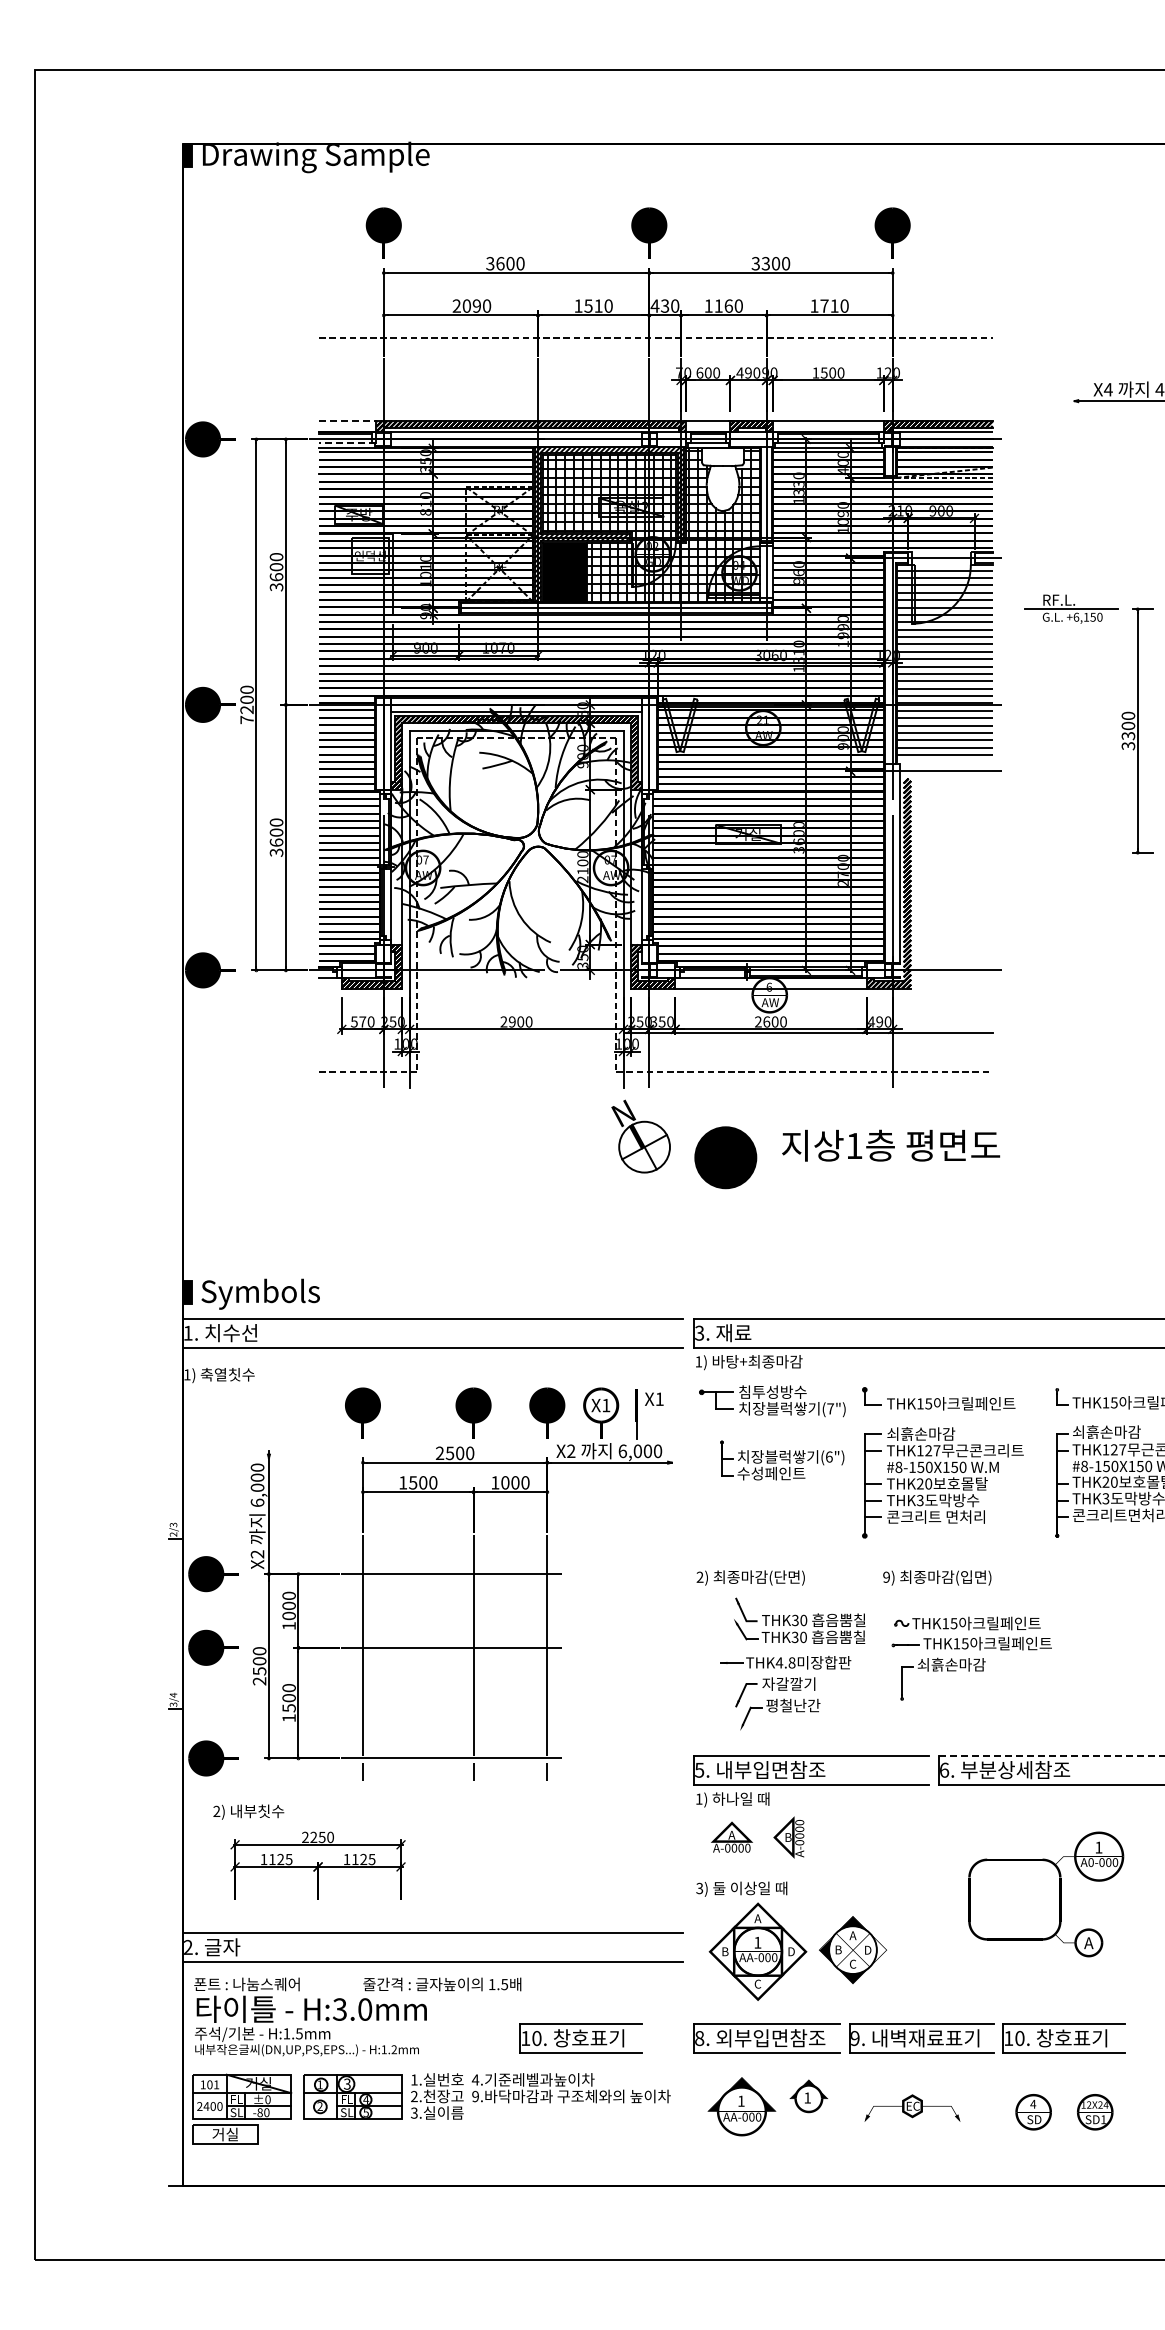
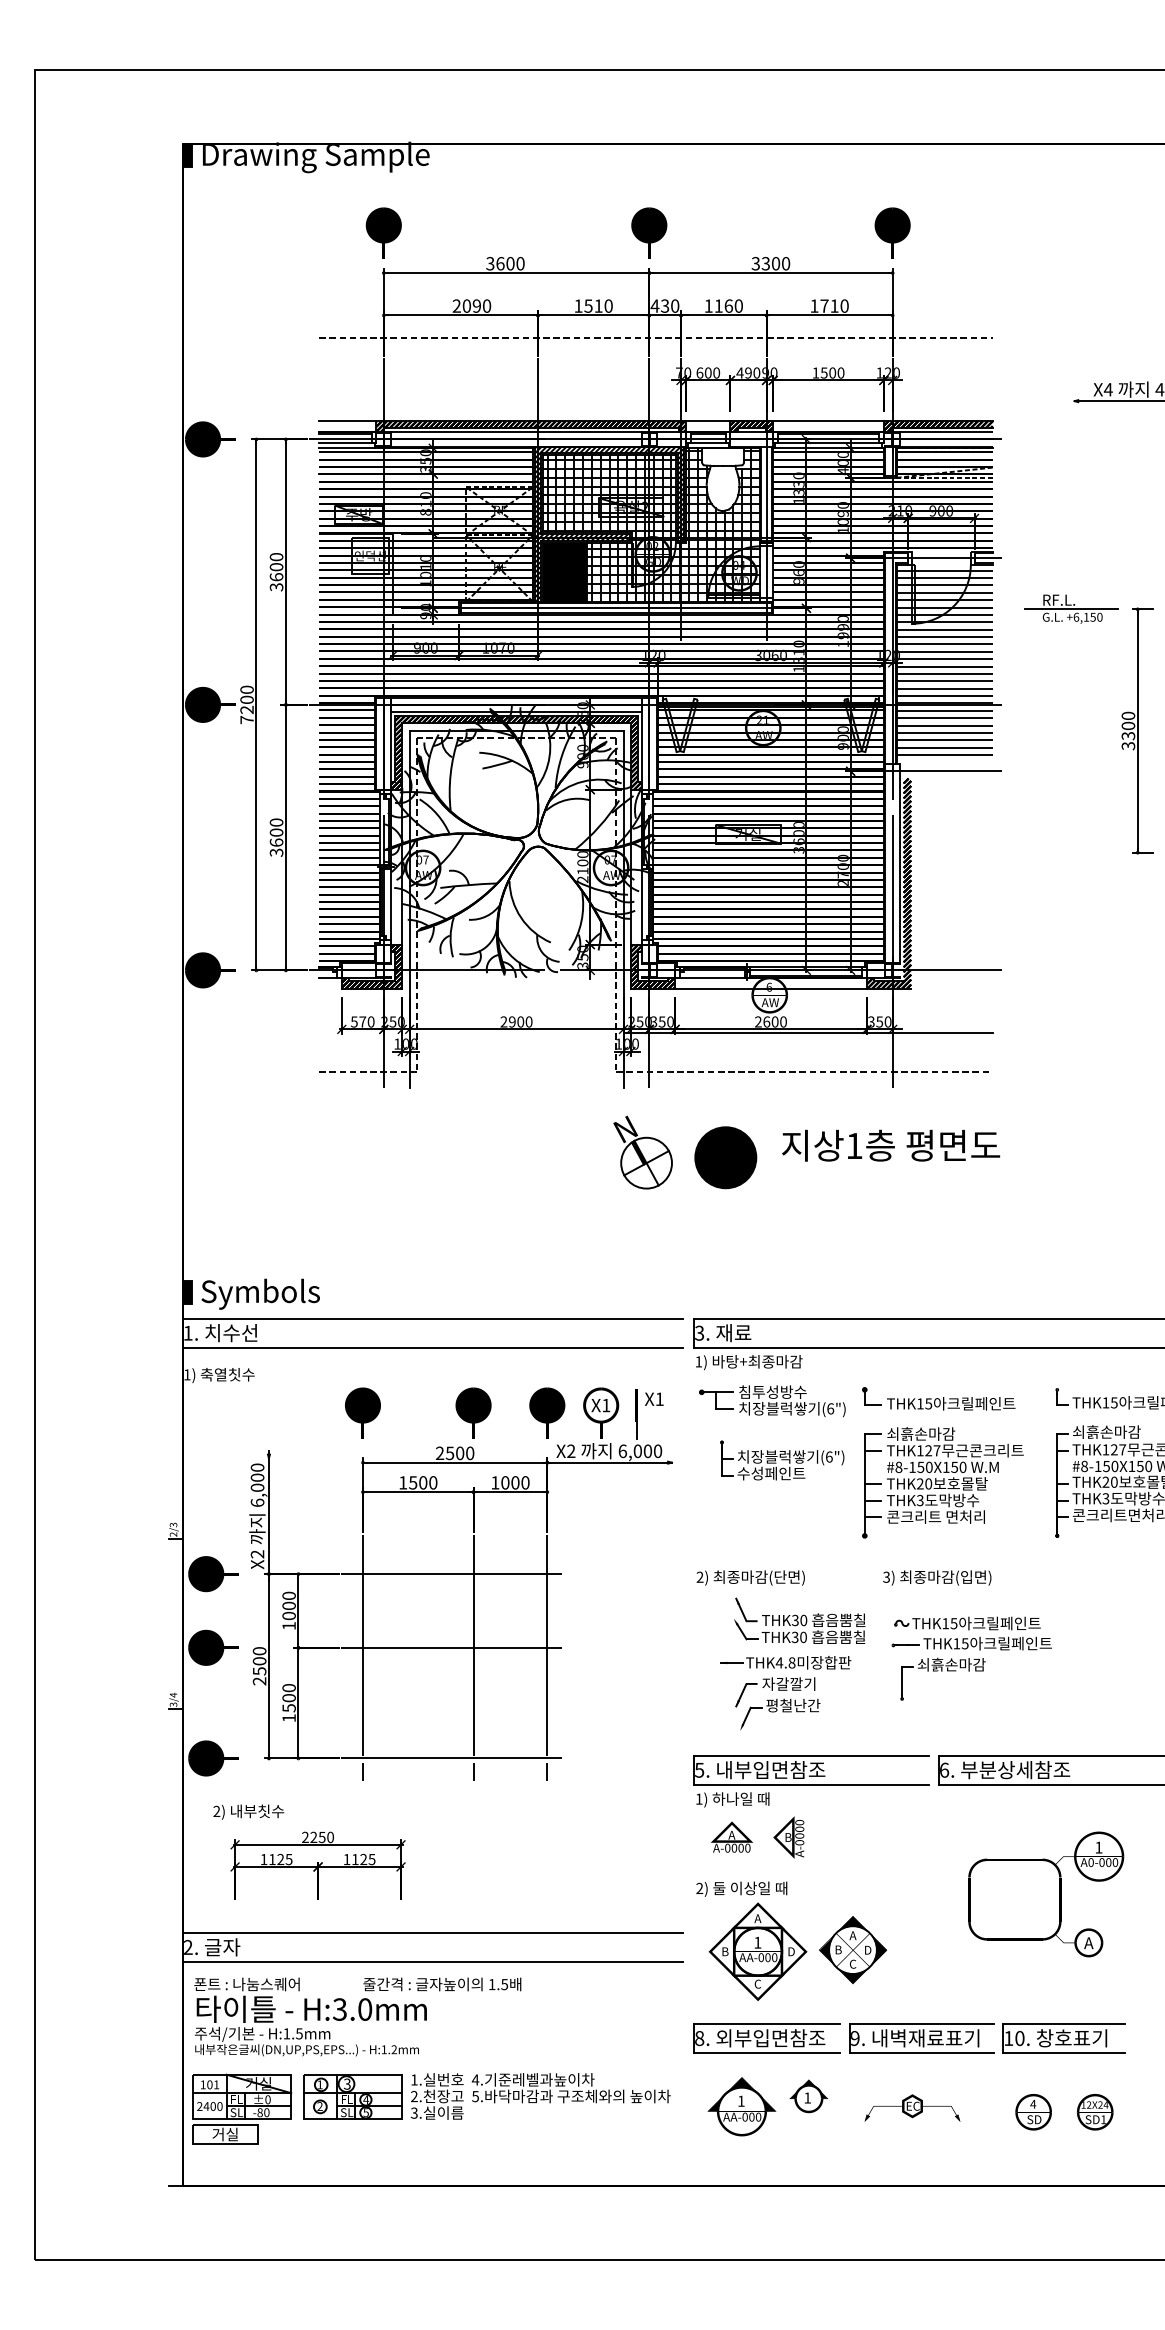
line at (347, 421): dashed -> solid
line at (347, 443): dashed -> solid
text at (875, 1021): 490 -> 350
part at (640, 1136) position: (640, 1136) -> (642, 1152)
text at (830, 1408): (7") -> (6")
text at (886, 1577): 9) -> 3)
line at (1051, 1755): dashed -> solid
text at (699, 1888): 3) -> 2)
fill at (878, 1950): none -> present
part at (580, 2038): present -> none
text at (475, 2096): 9. -> 5.
